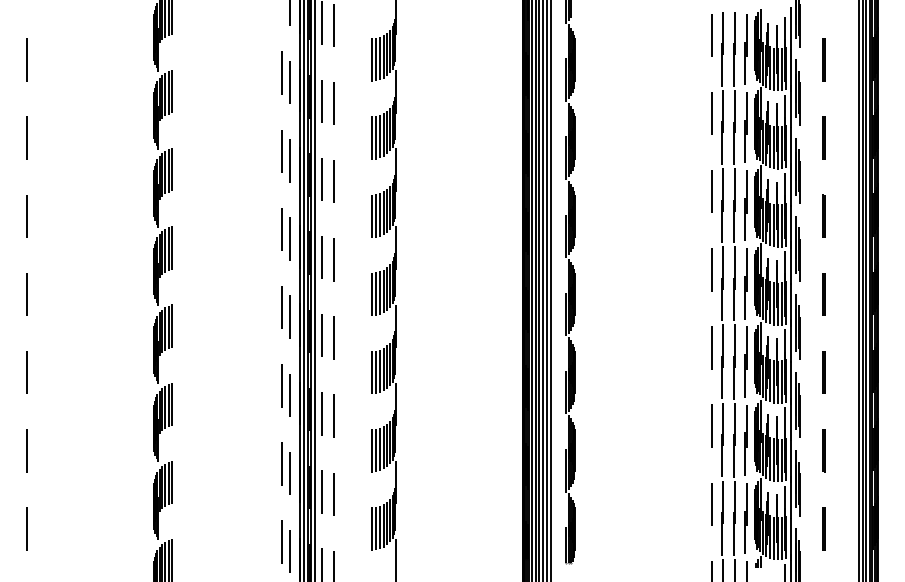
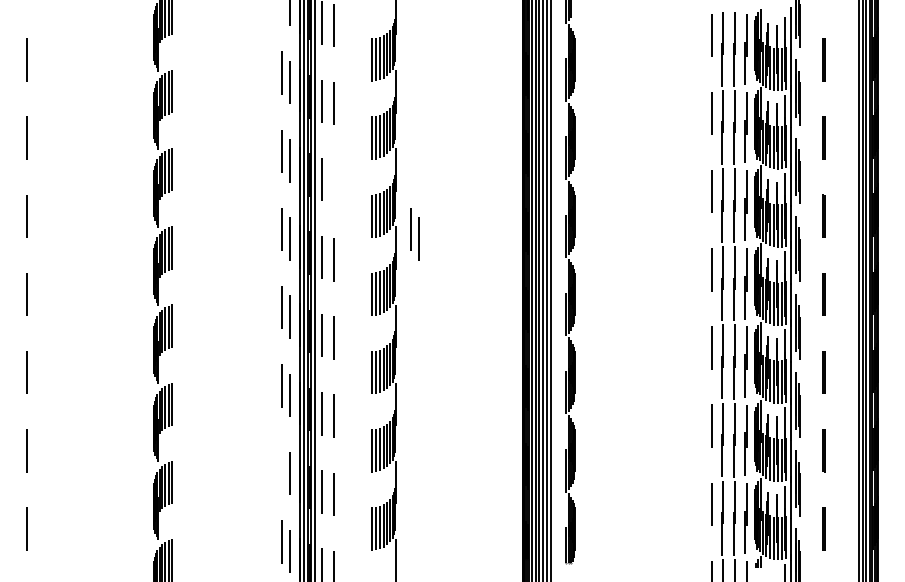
line at (333, 181): present -> none
part at (414, 234): none -> present
line at (282, 463): present -> none
